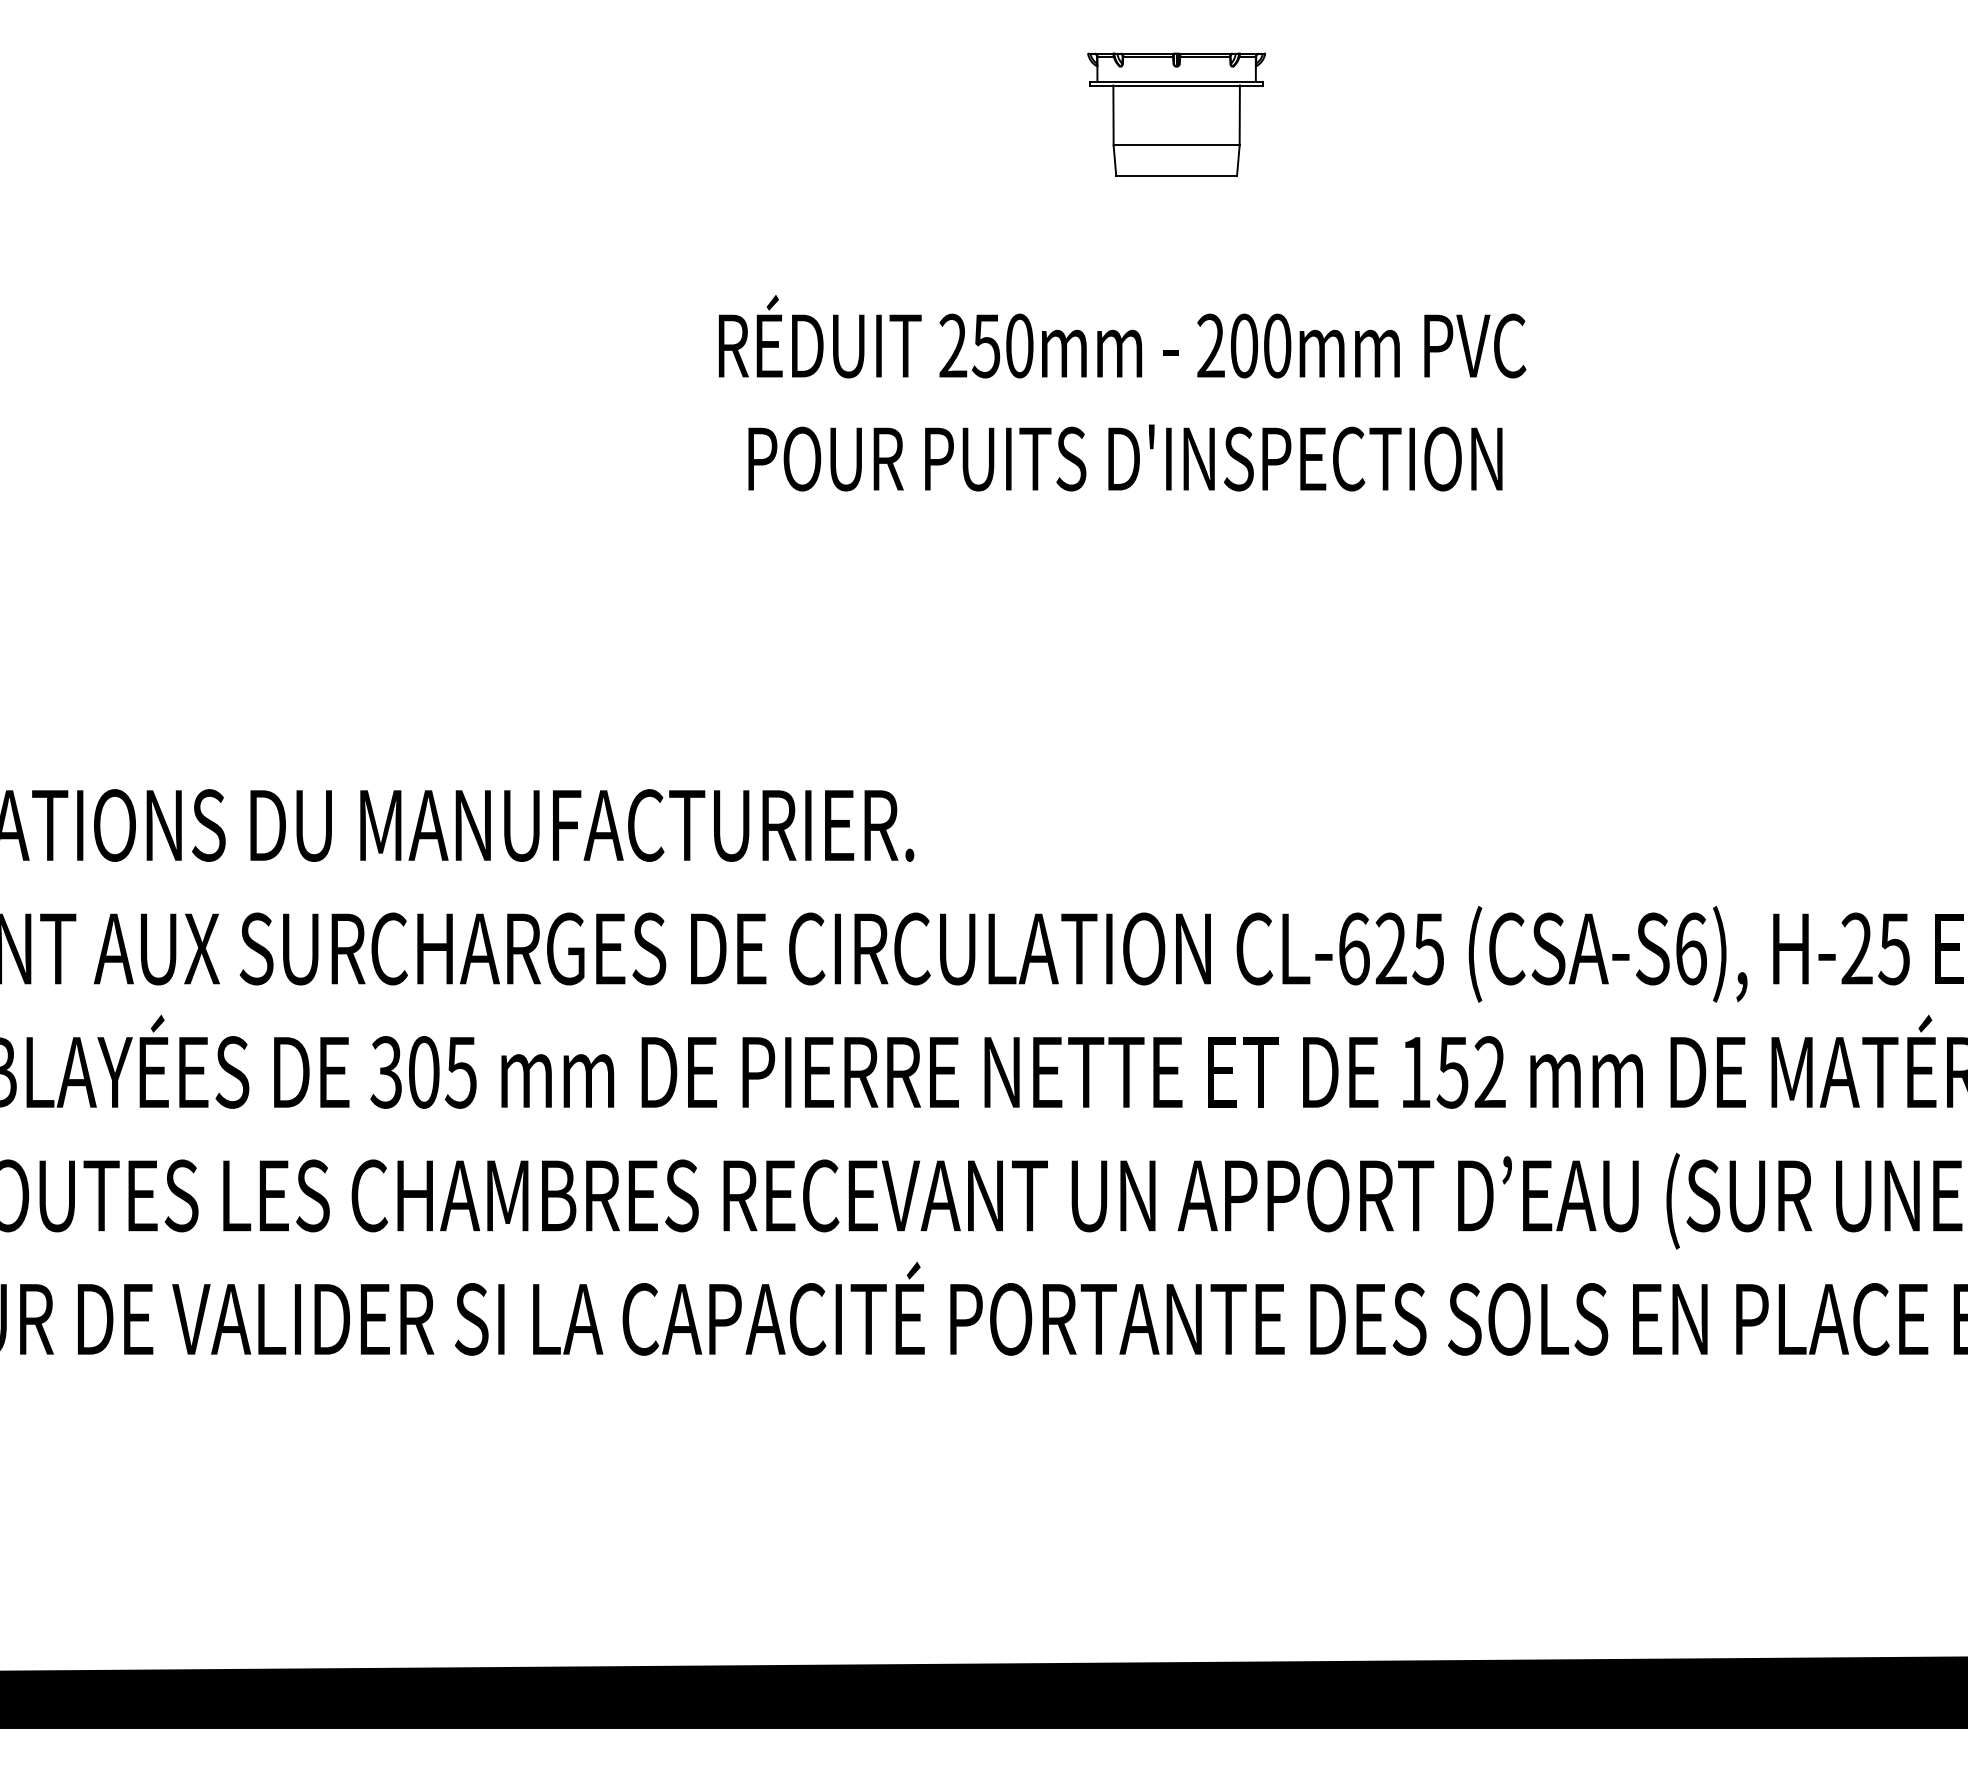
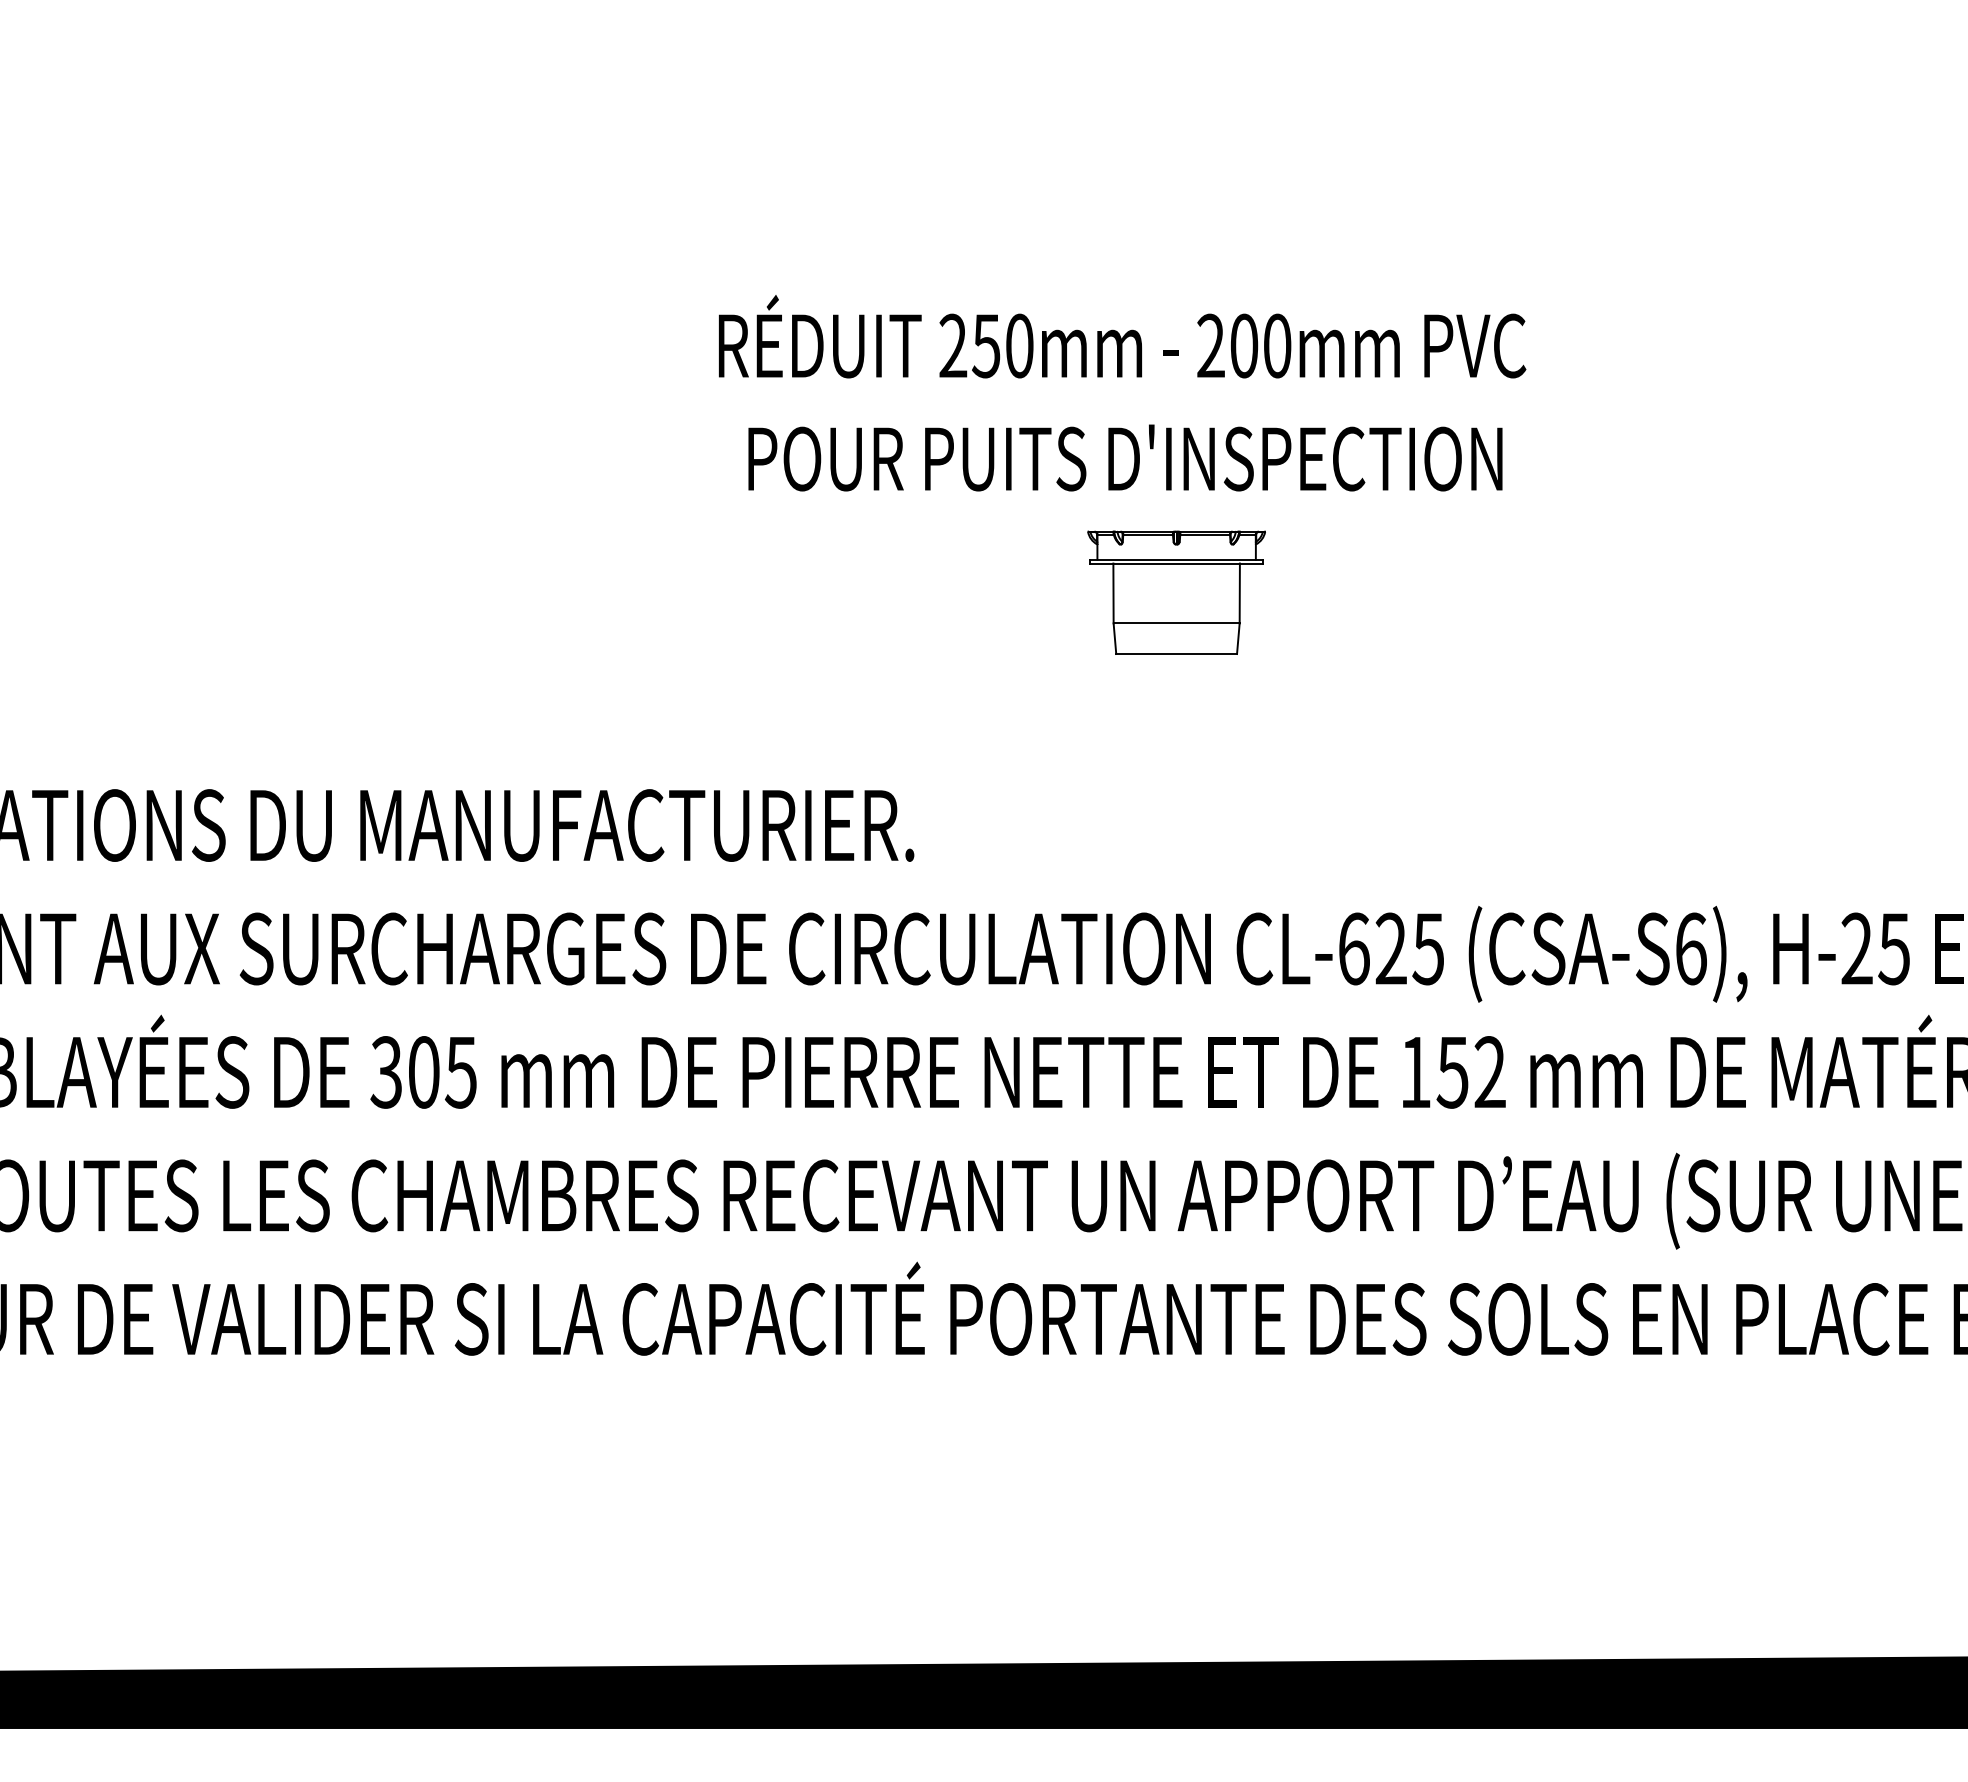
part at (1176, 114) position: (1176, 114) -> (1176, 592)
